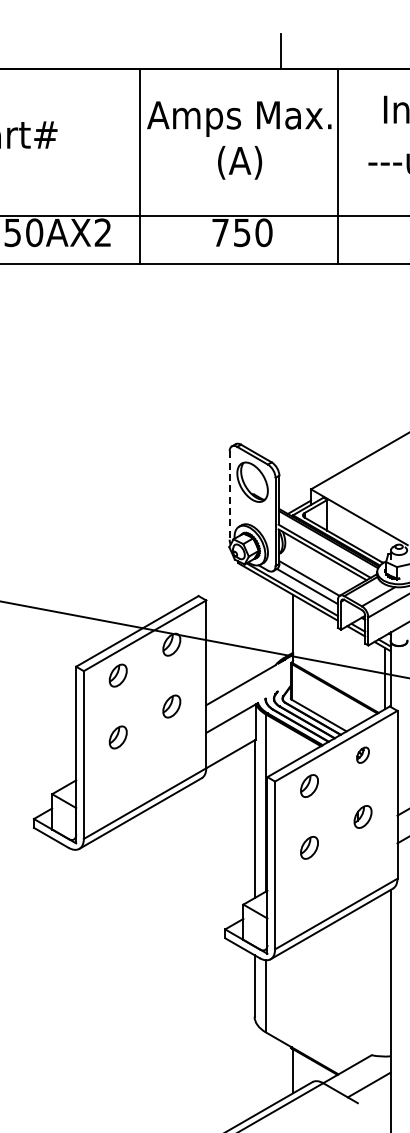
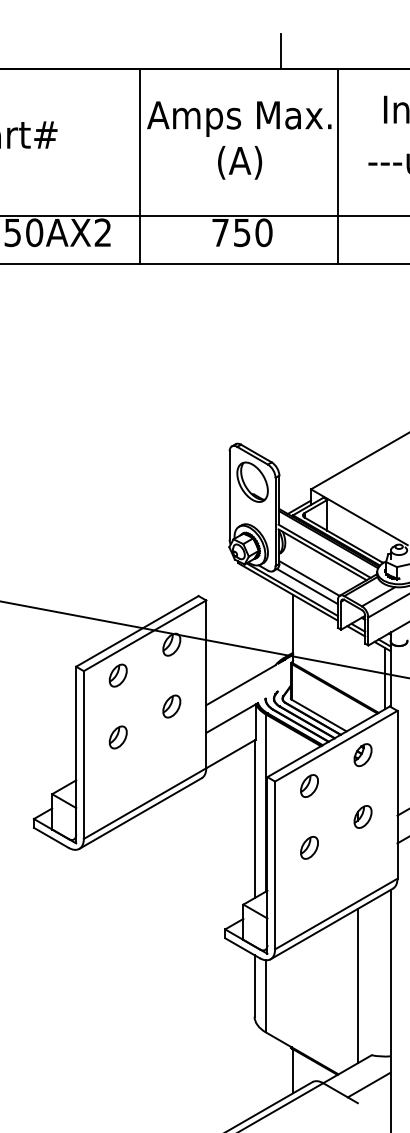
line at (229, 496): dashed -> solid
part at (362, 754) size: 14x18 px -> 20x25 px
line at (357, 986): none -> present
